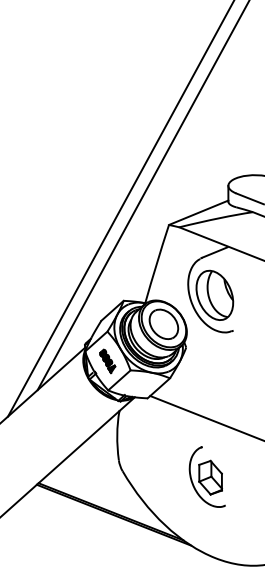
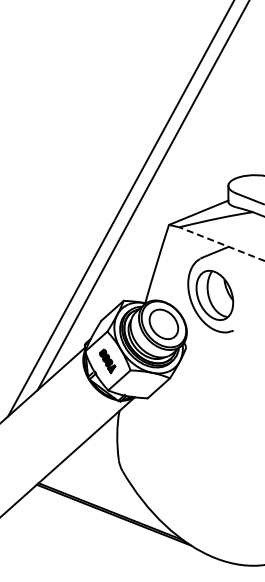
line at (221, 244): solid -> dashed
line at (205, 418): present -> none
part at (206, 476): present -> none
